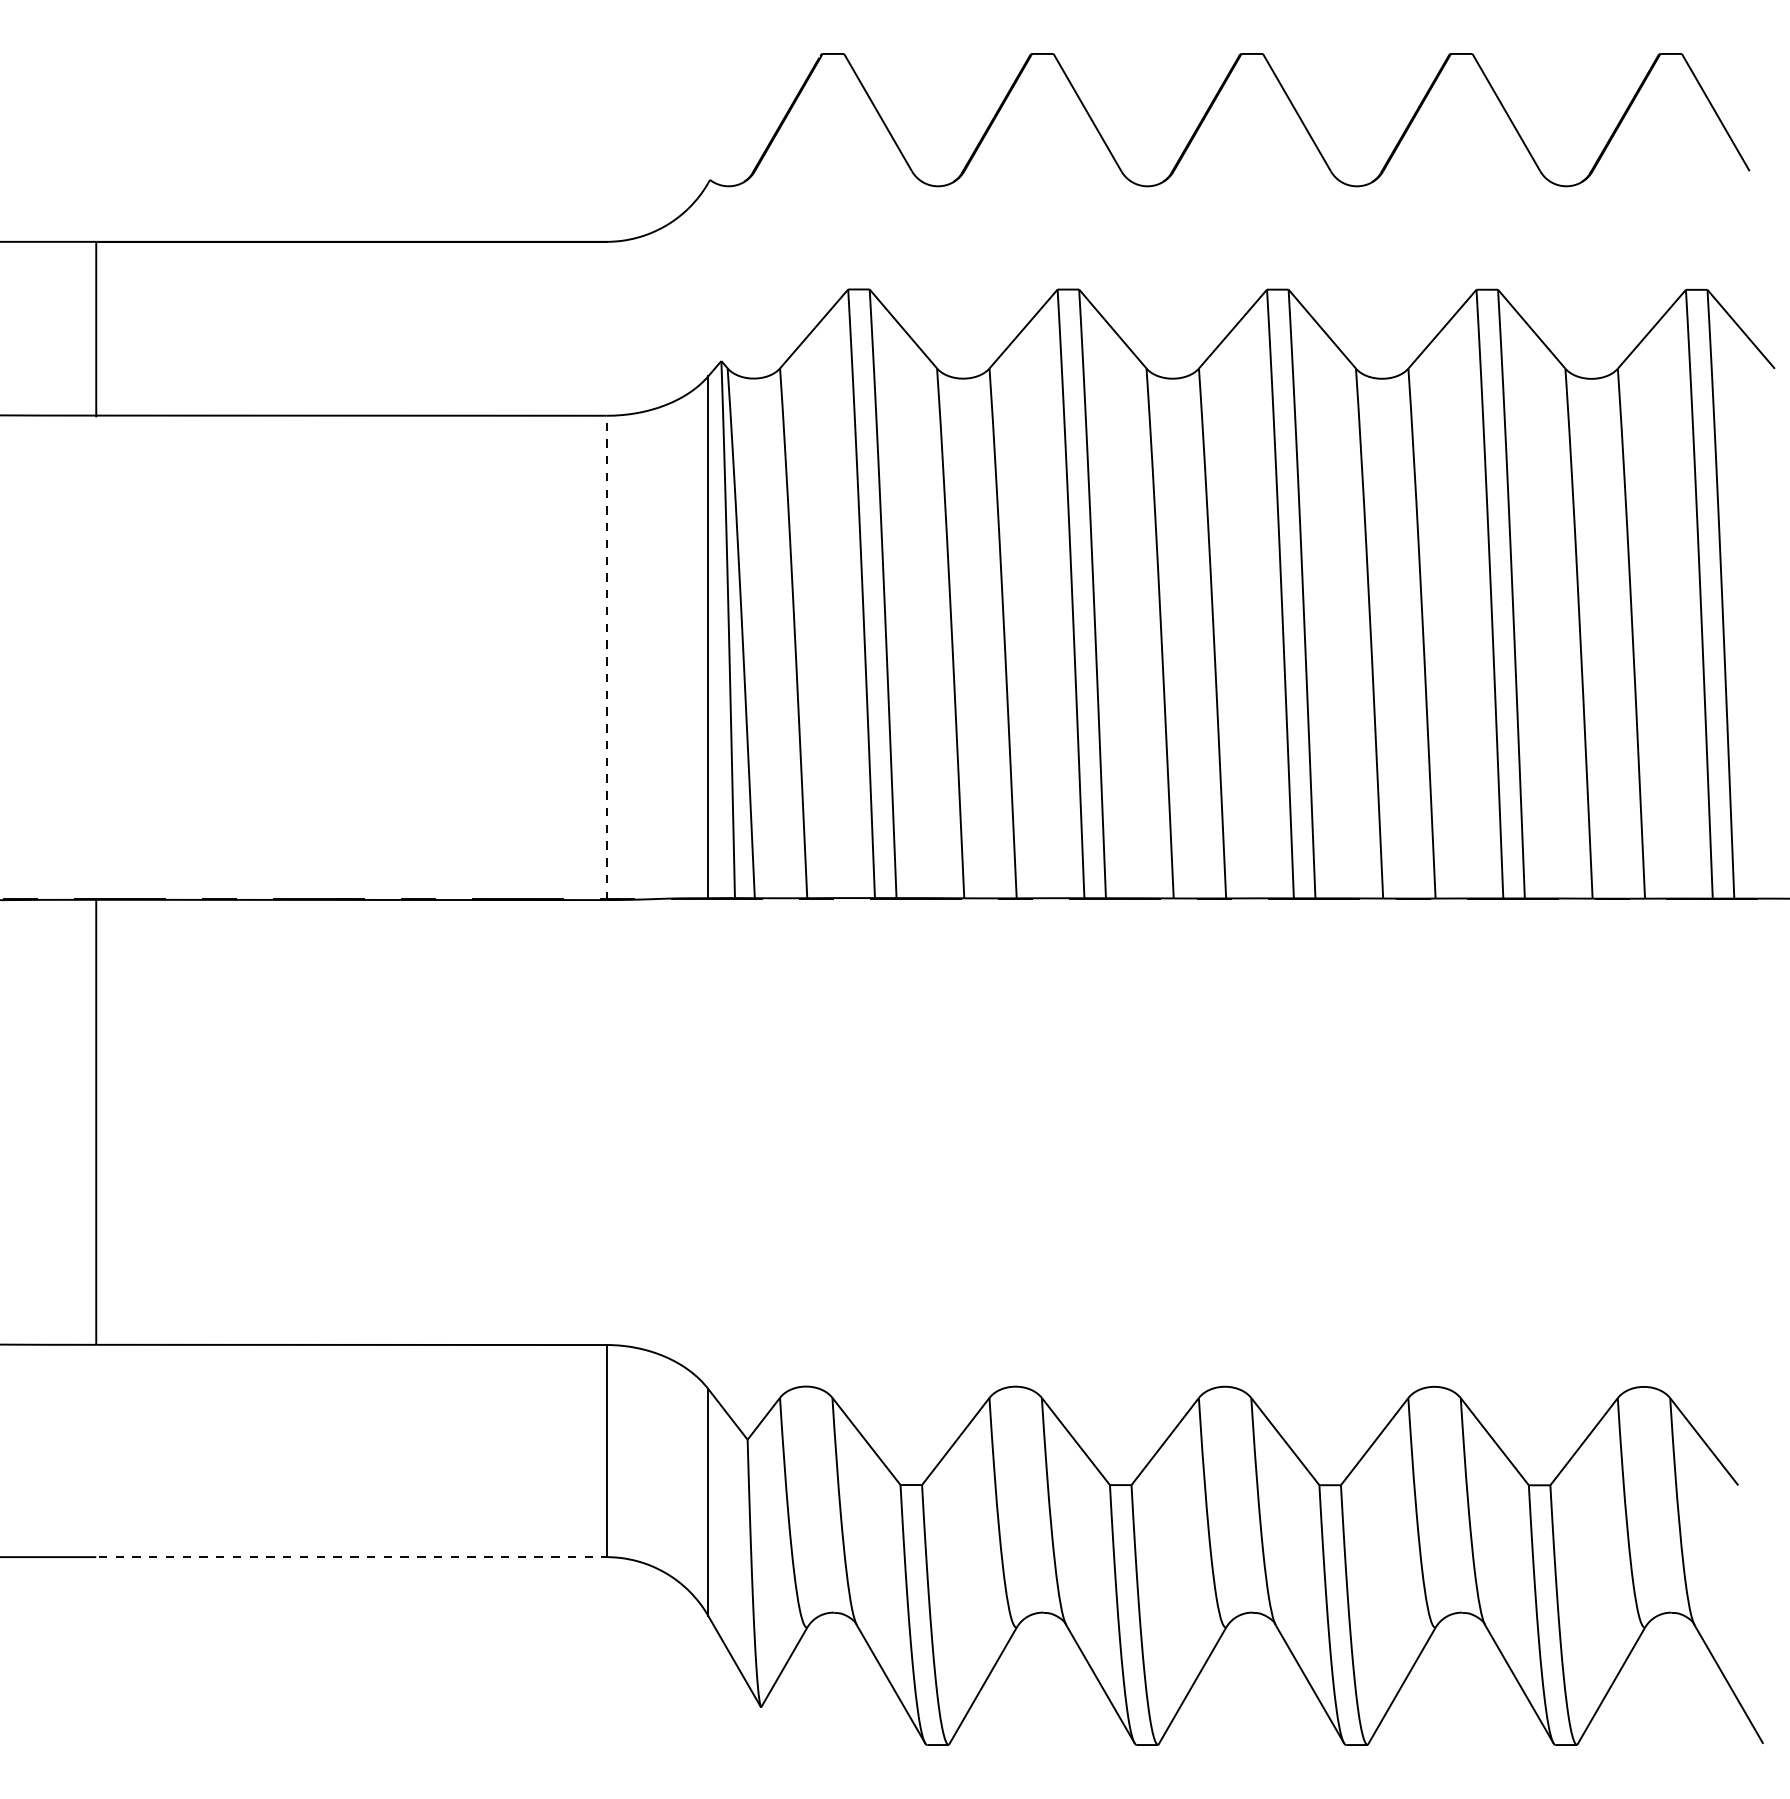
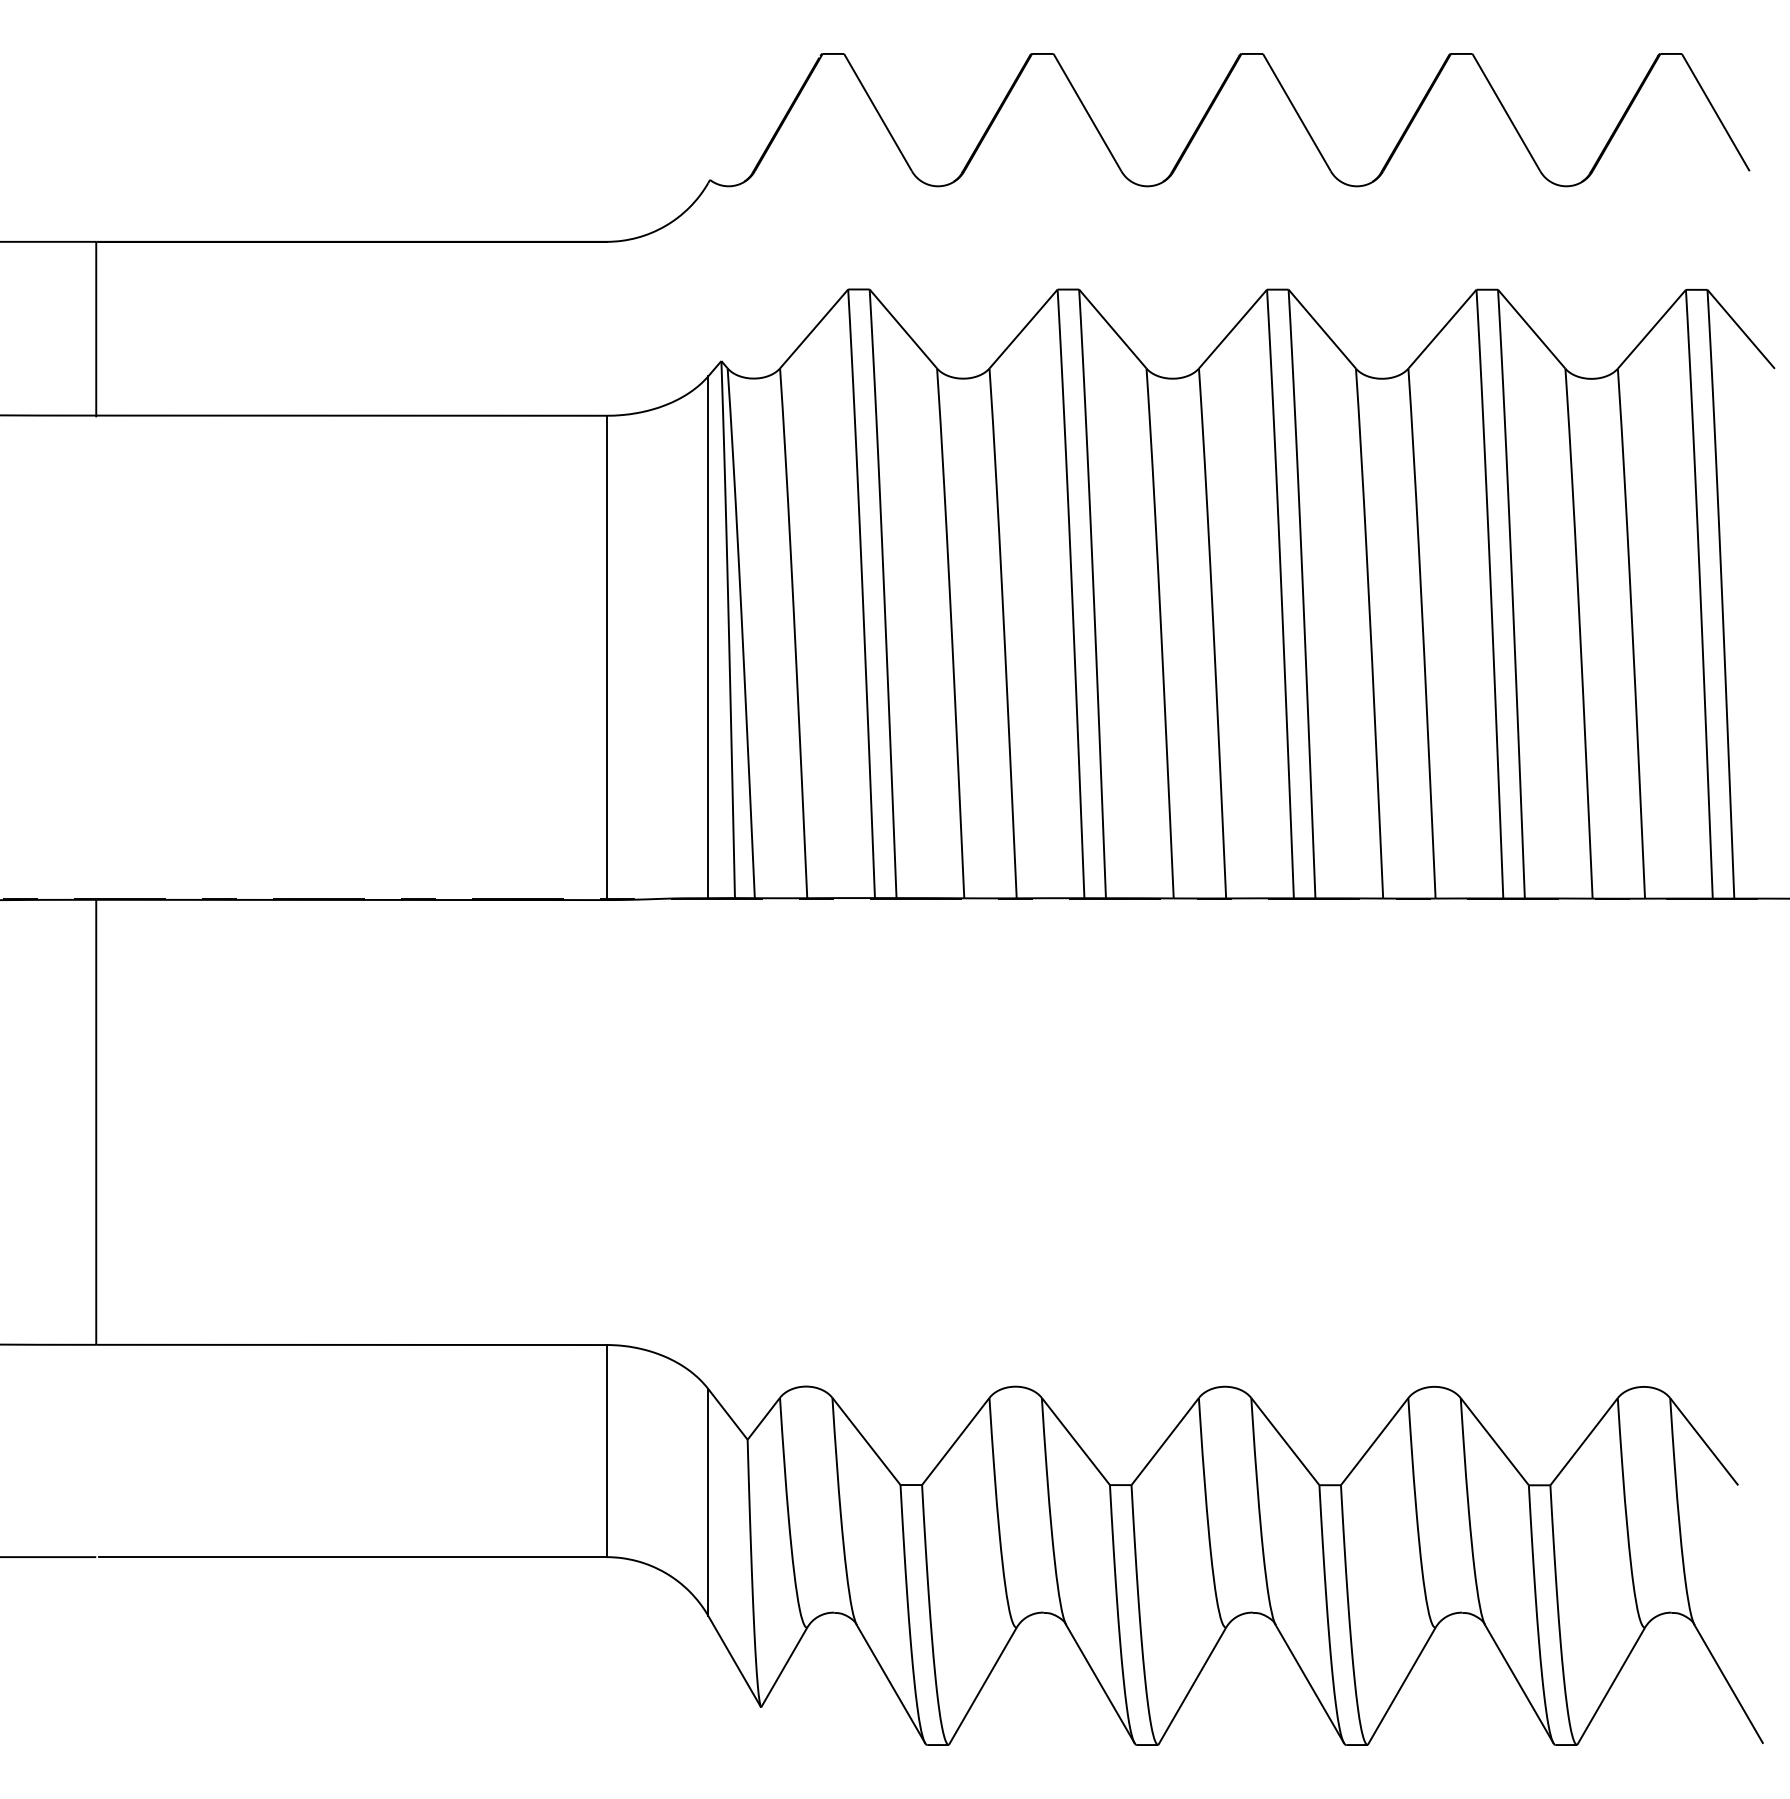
line at (606, 657): dashed -> solid
line at (352, 1557): dashed -> solid
